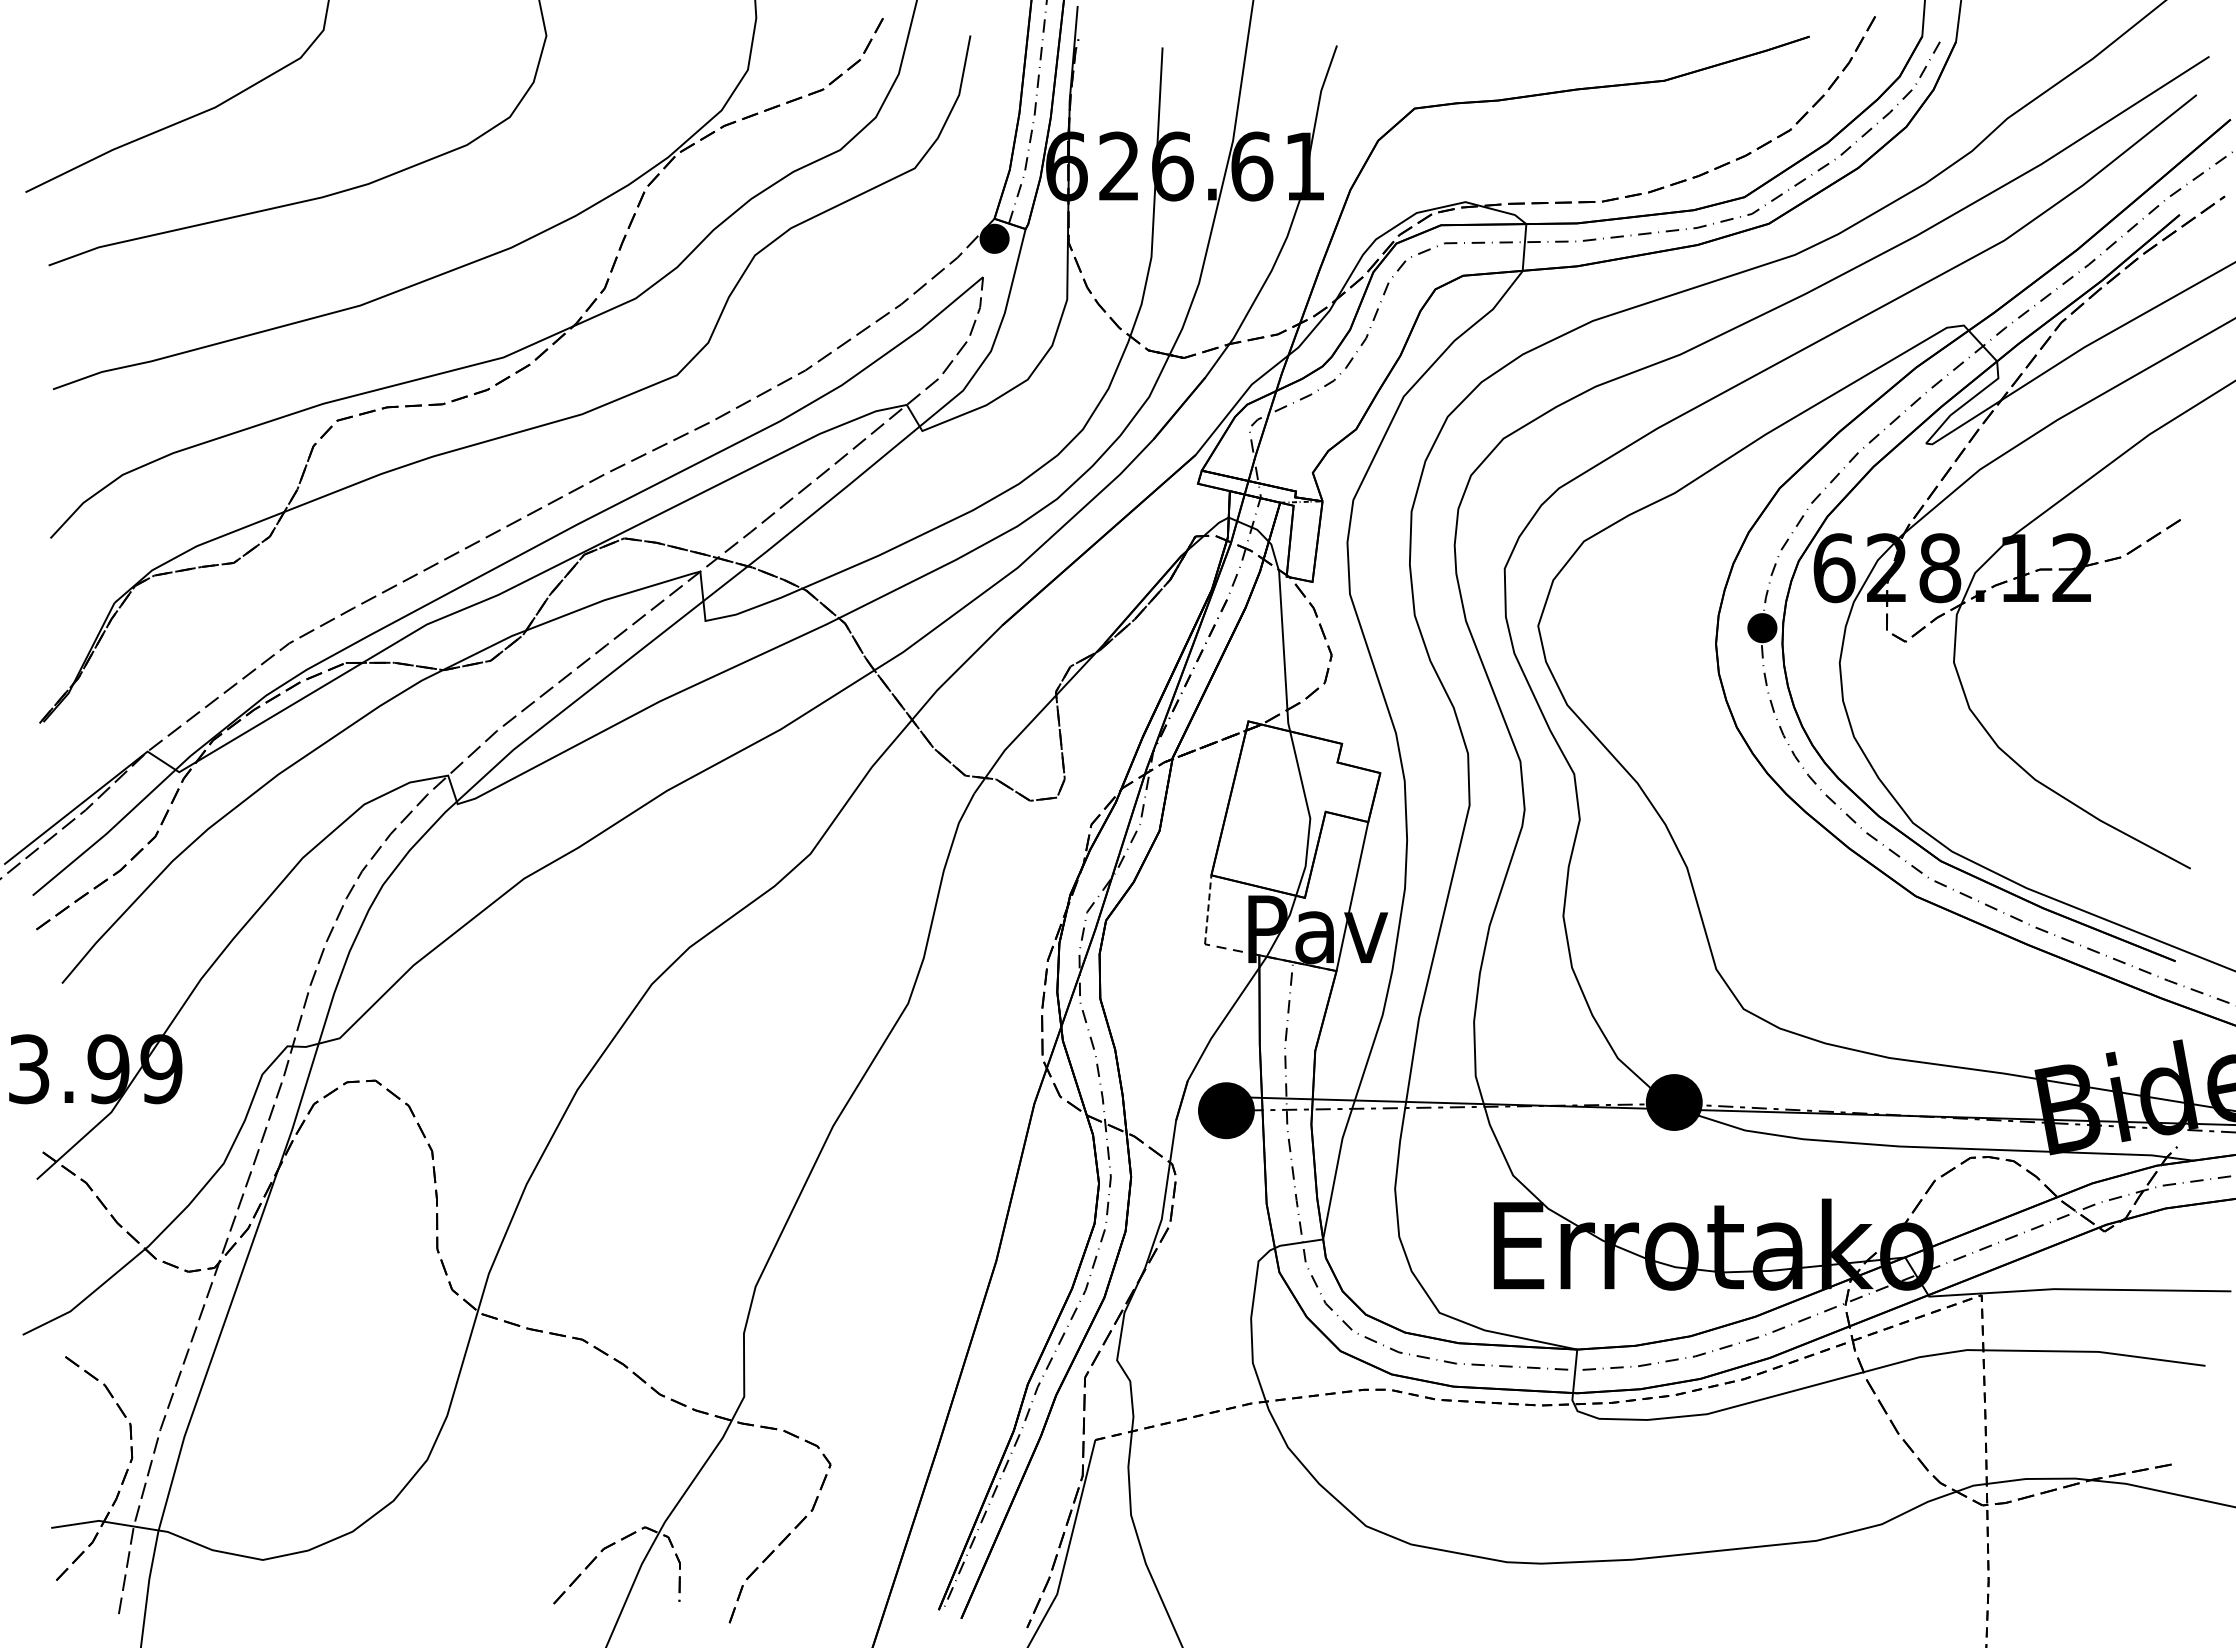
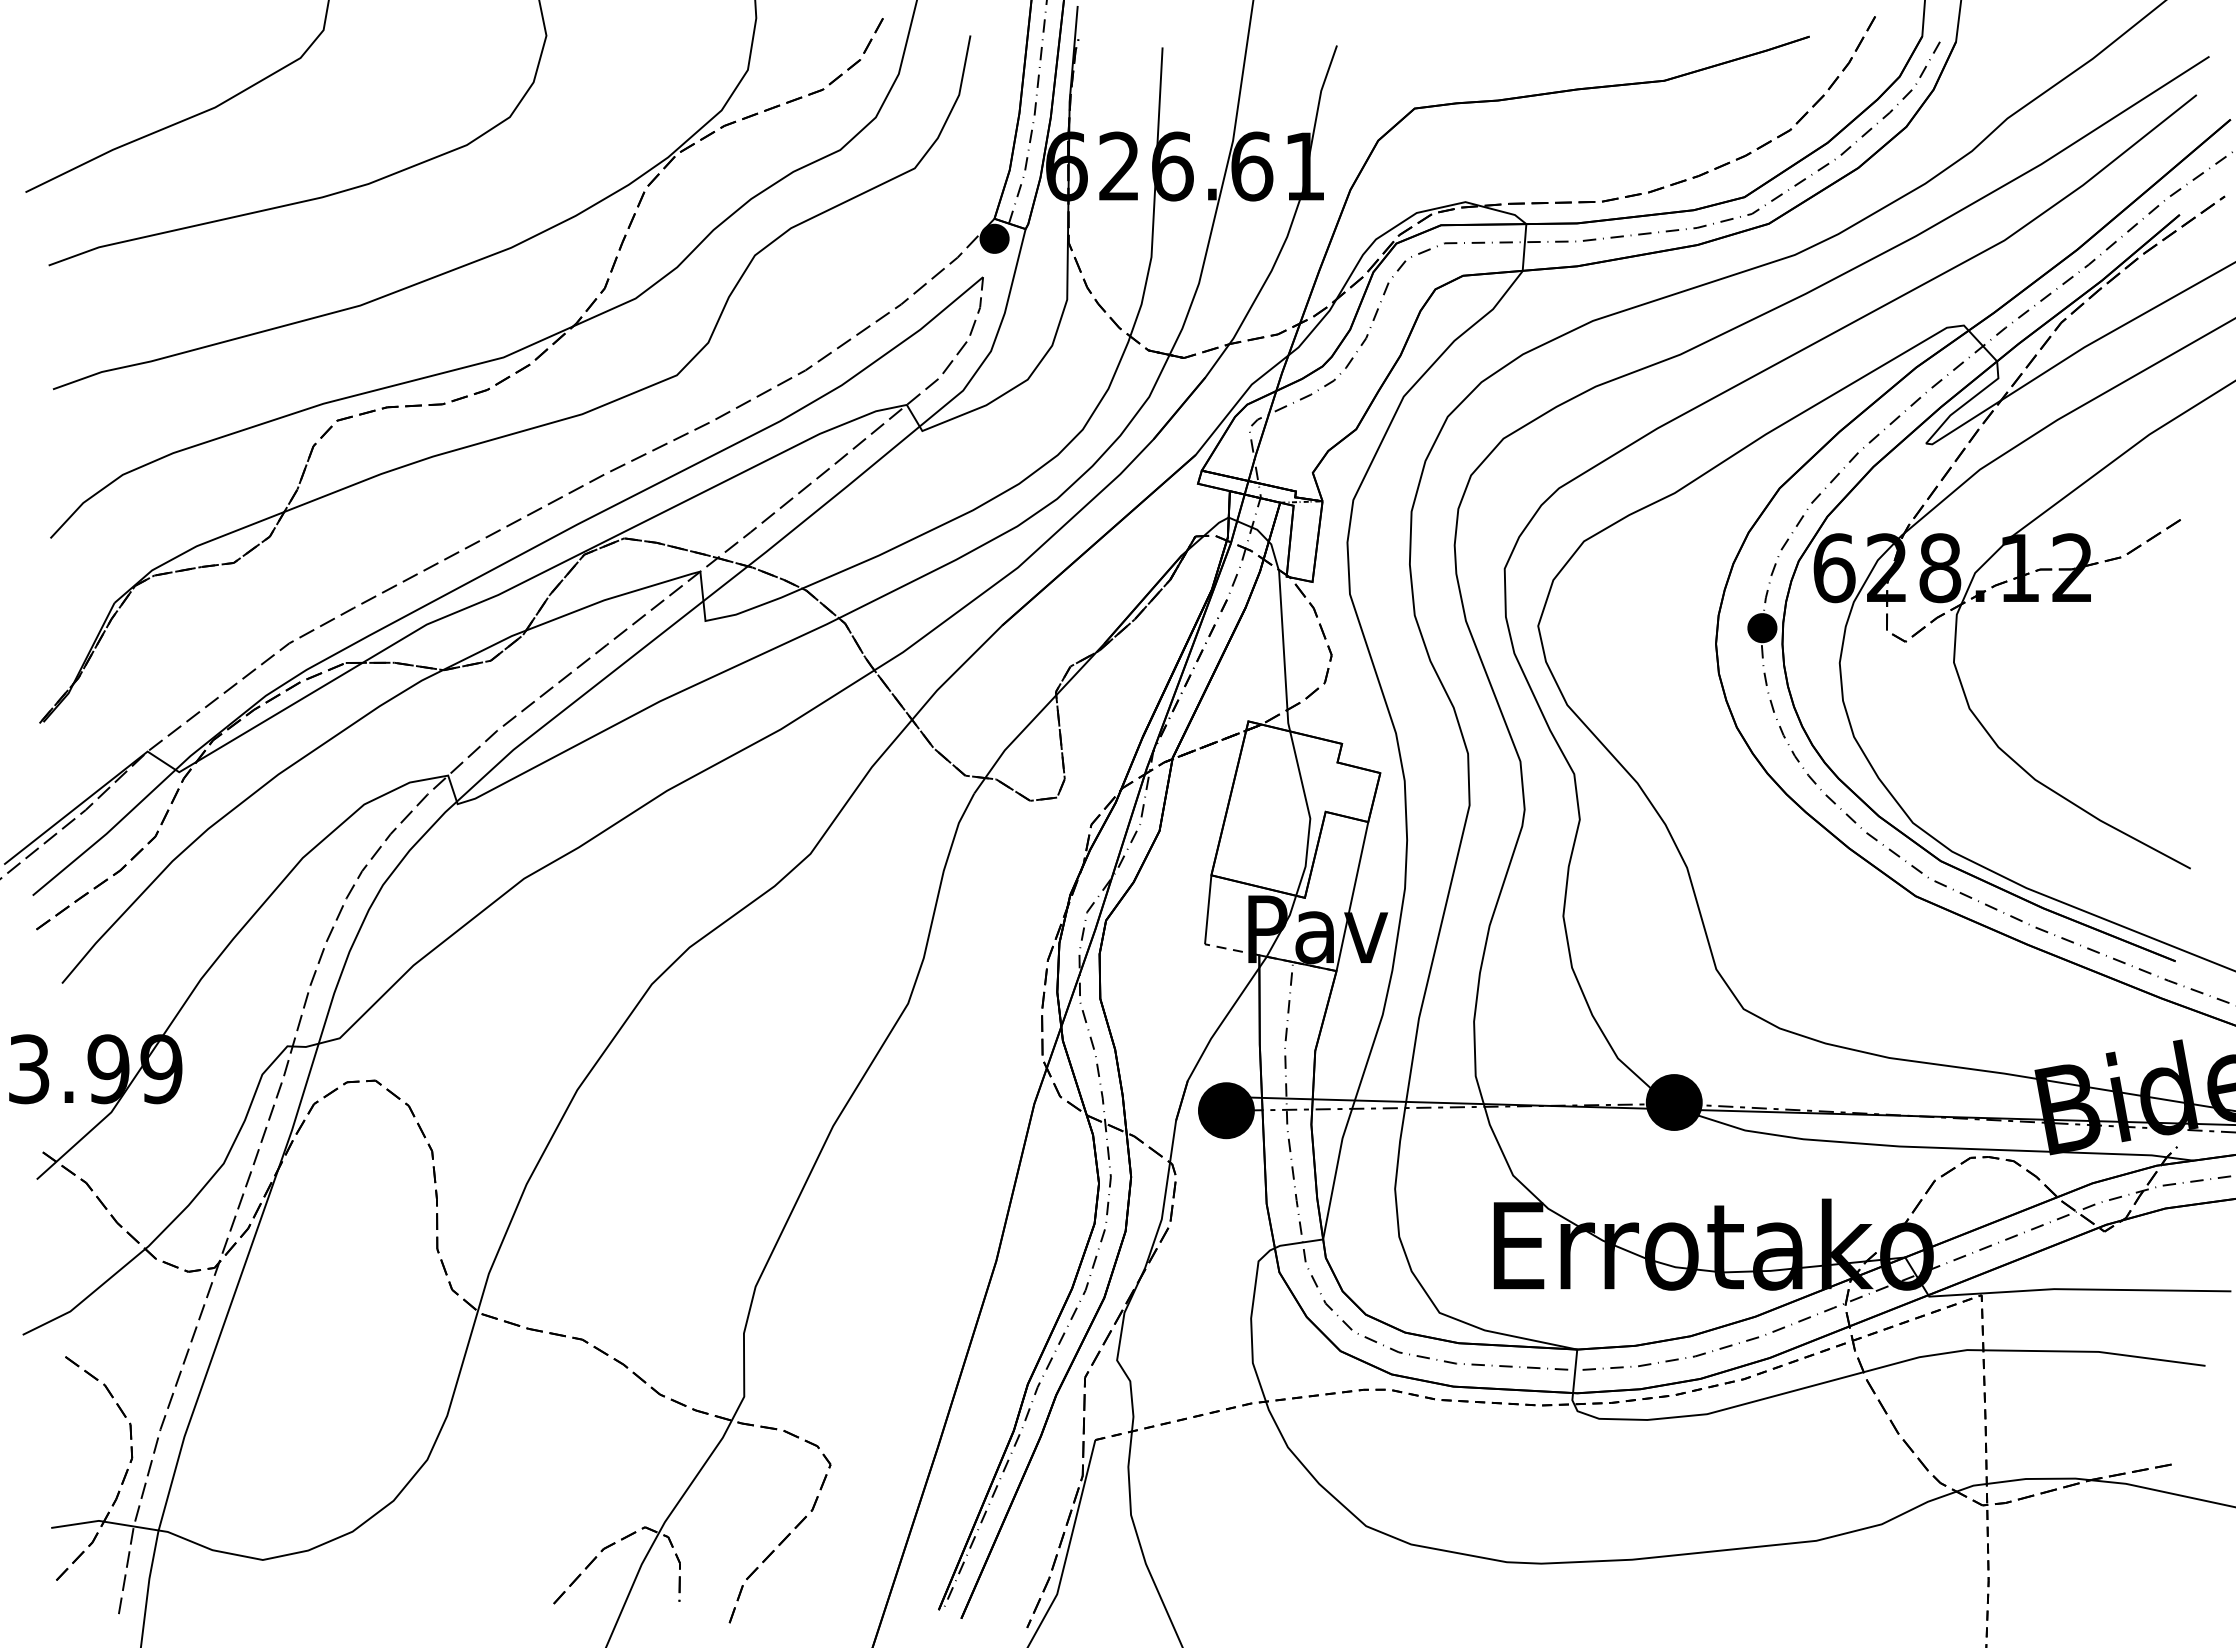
line at (1208, 909): dashed -> solid
